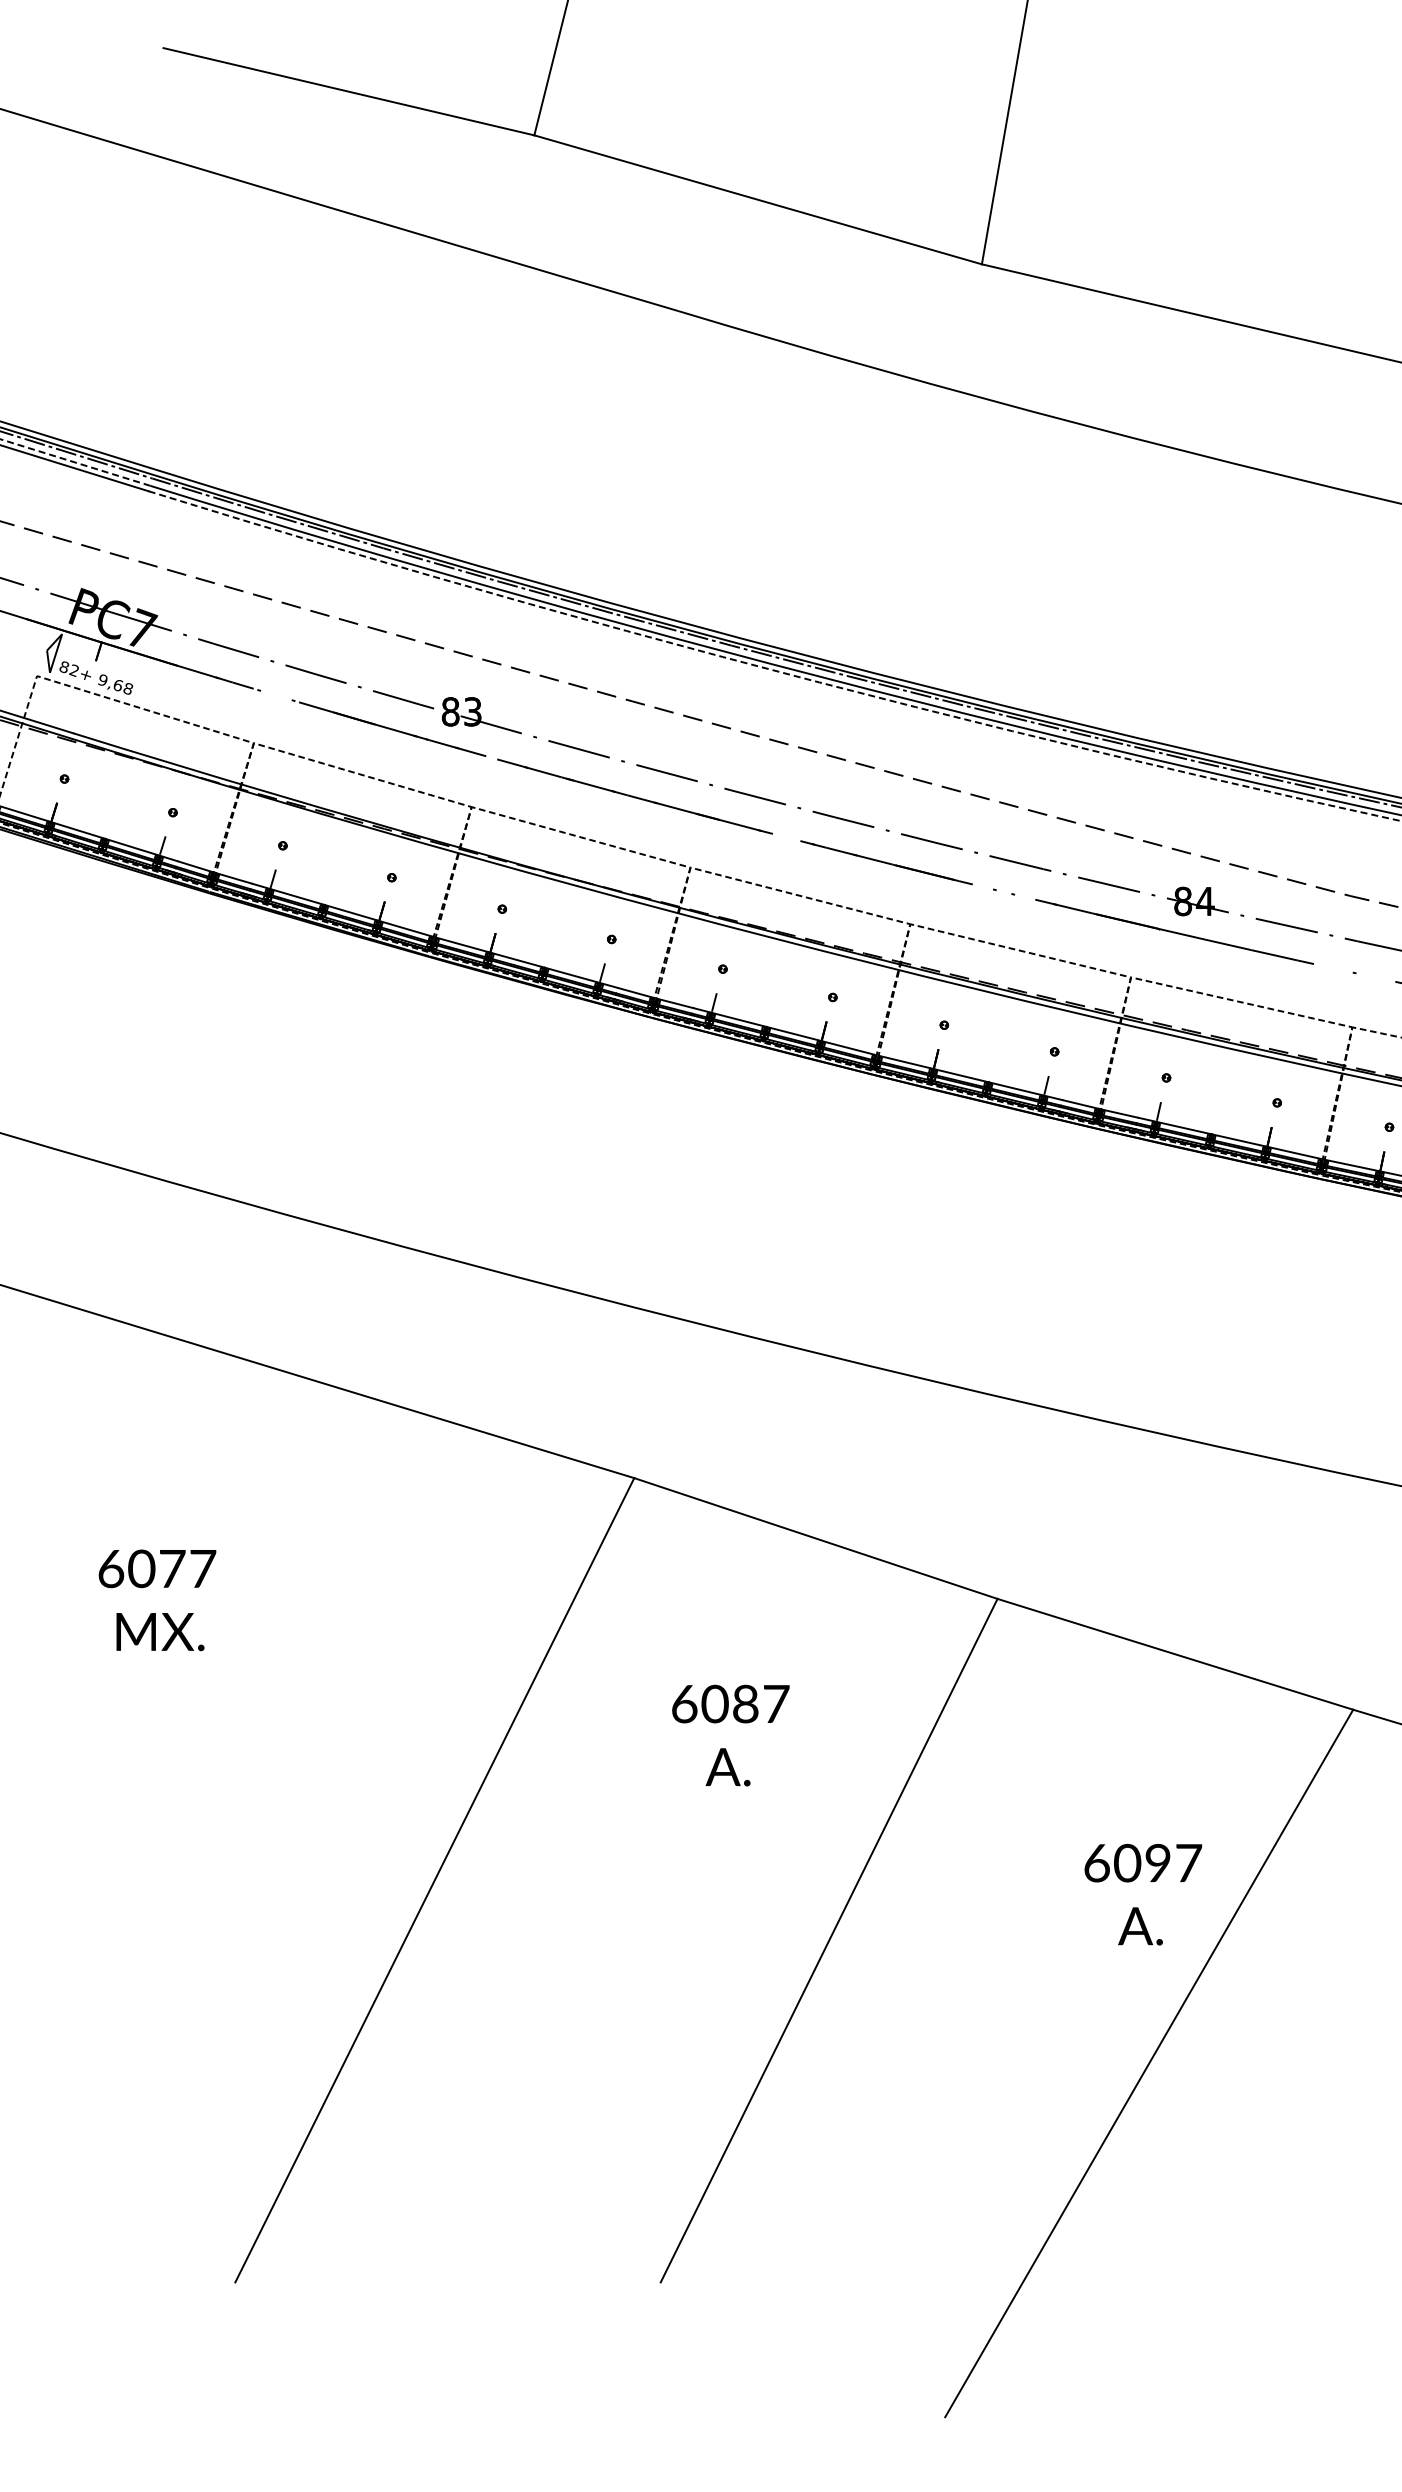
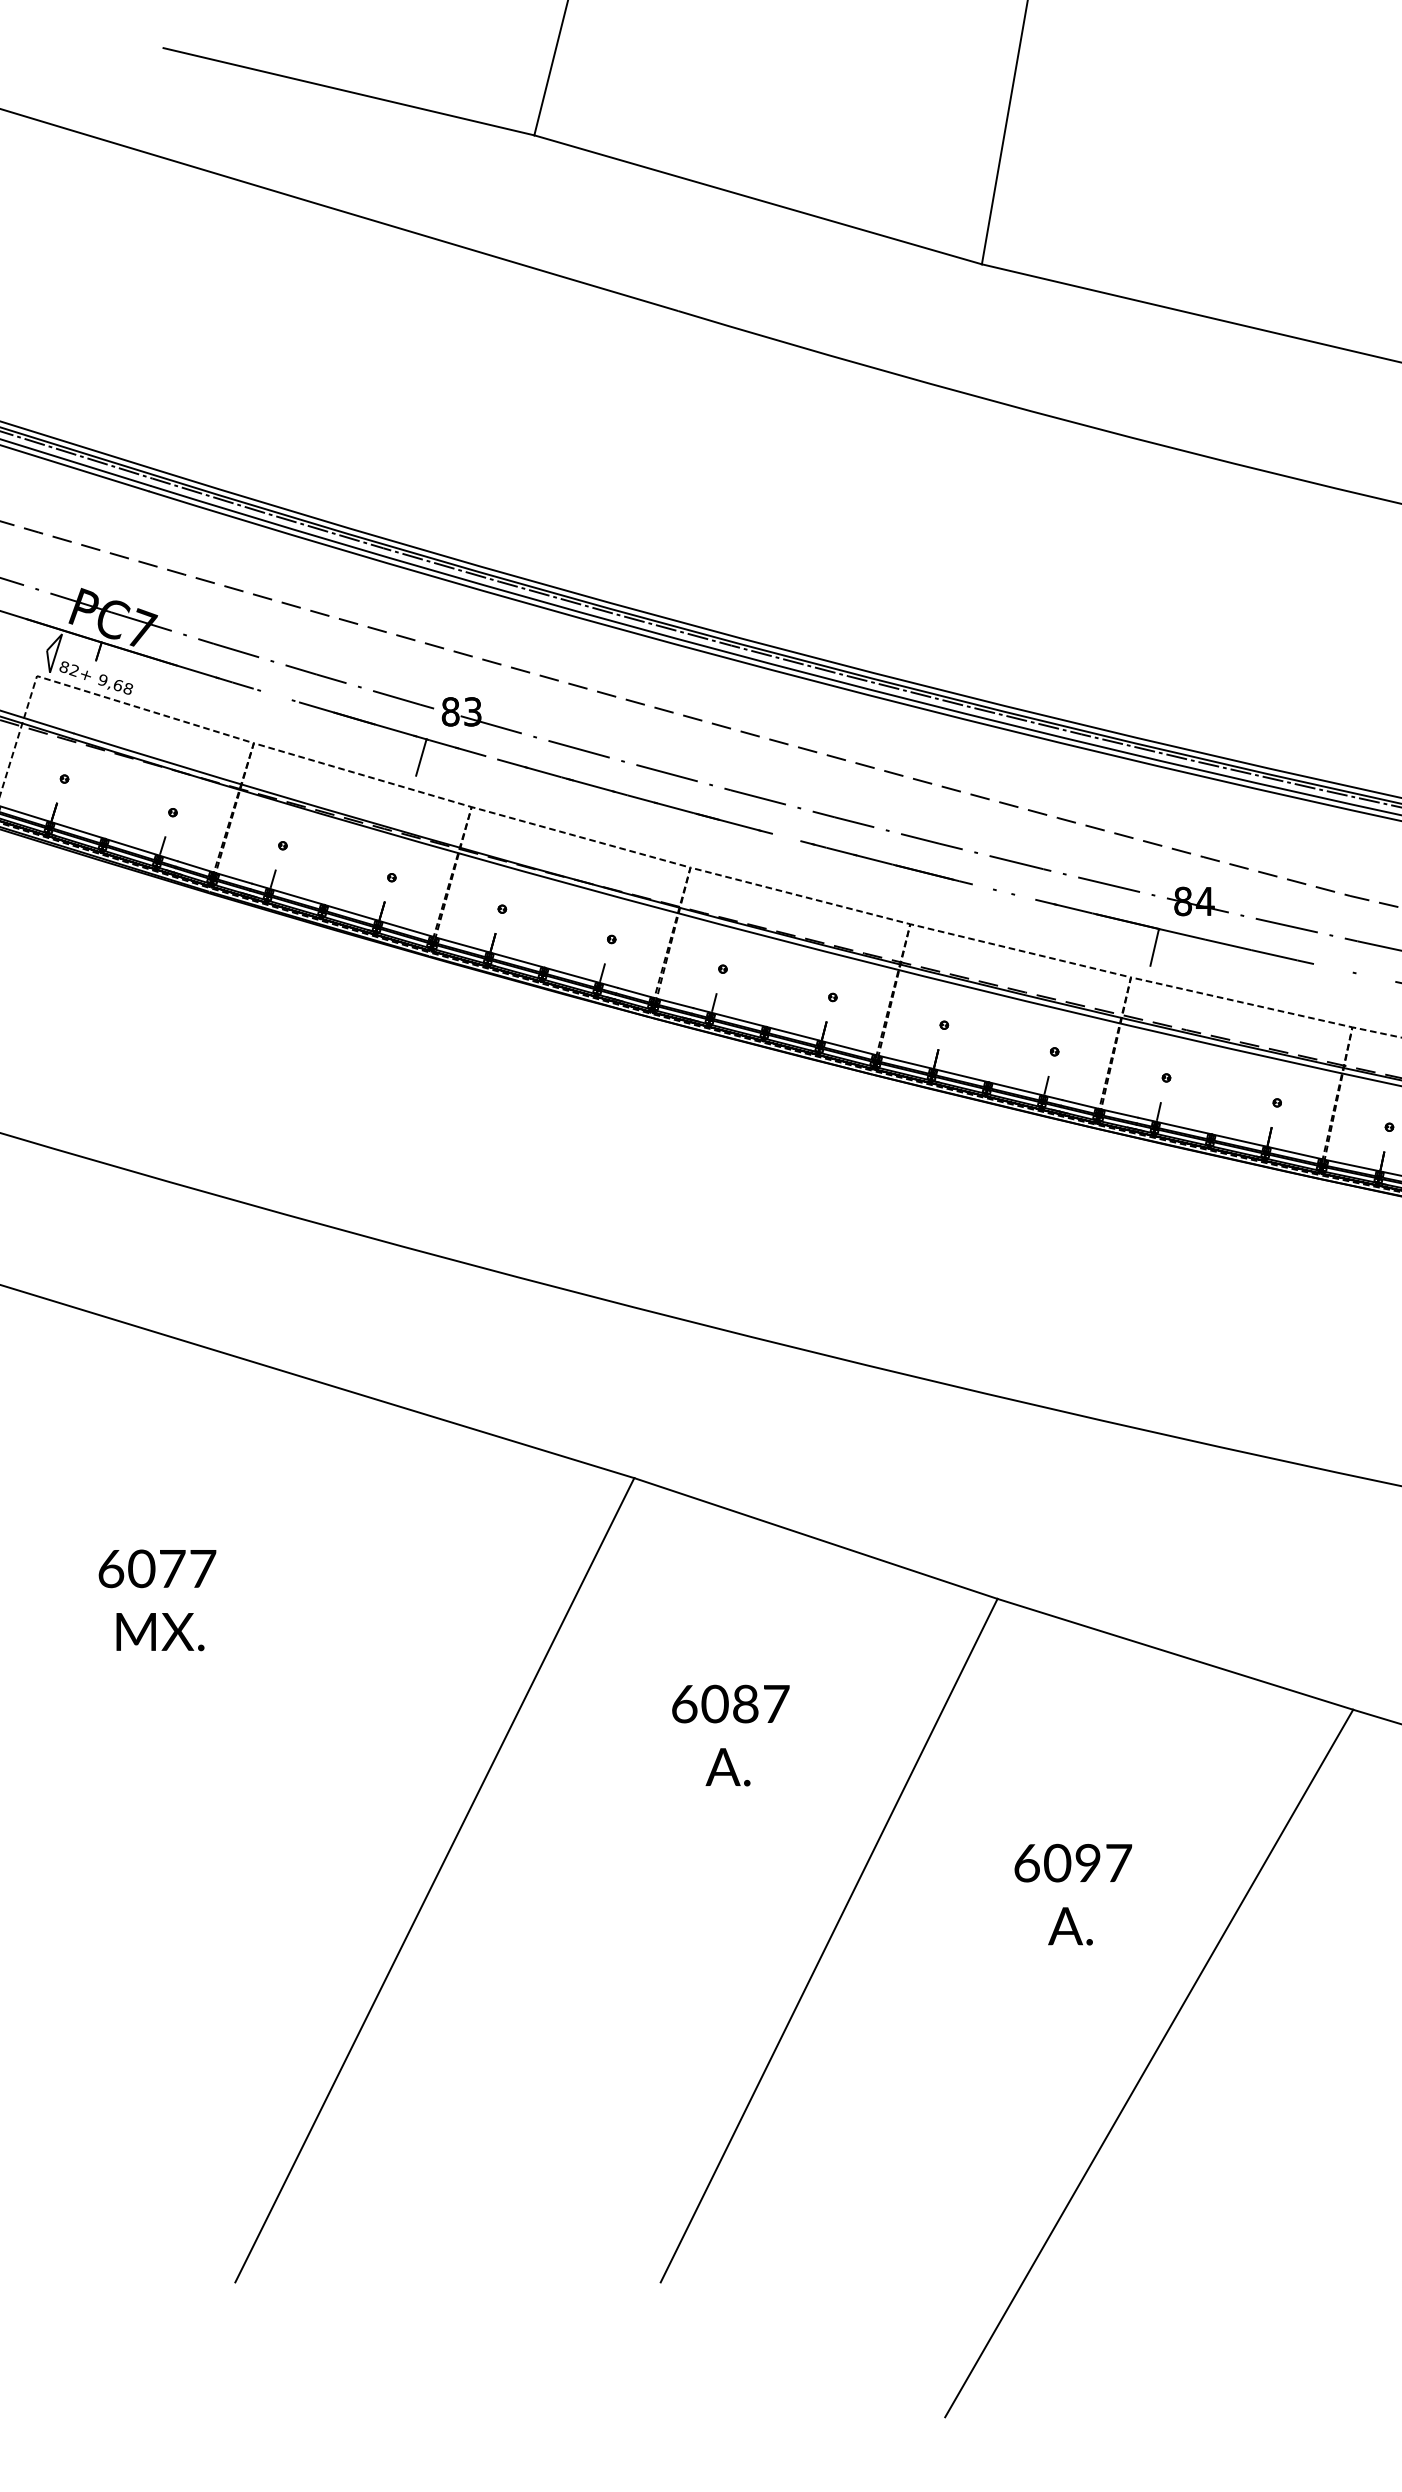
line at (74, 462): dashed -> solid
arc at (772, 669): dashed -> solid
line at (421, 757): none -> present
line at (1154, 946): none -> present
text at (1143, 1894) position: (1143, 1894) -> (1073, 1894)
